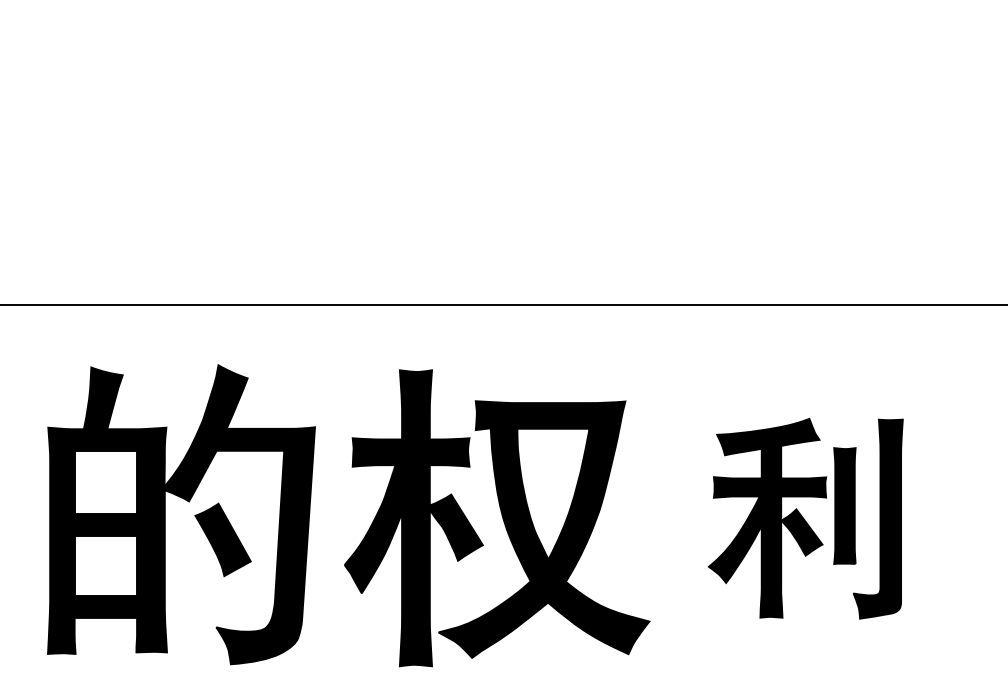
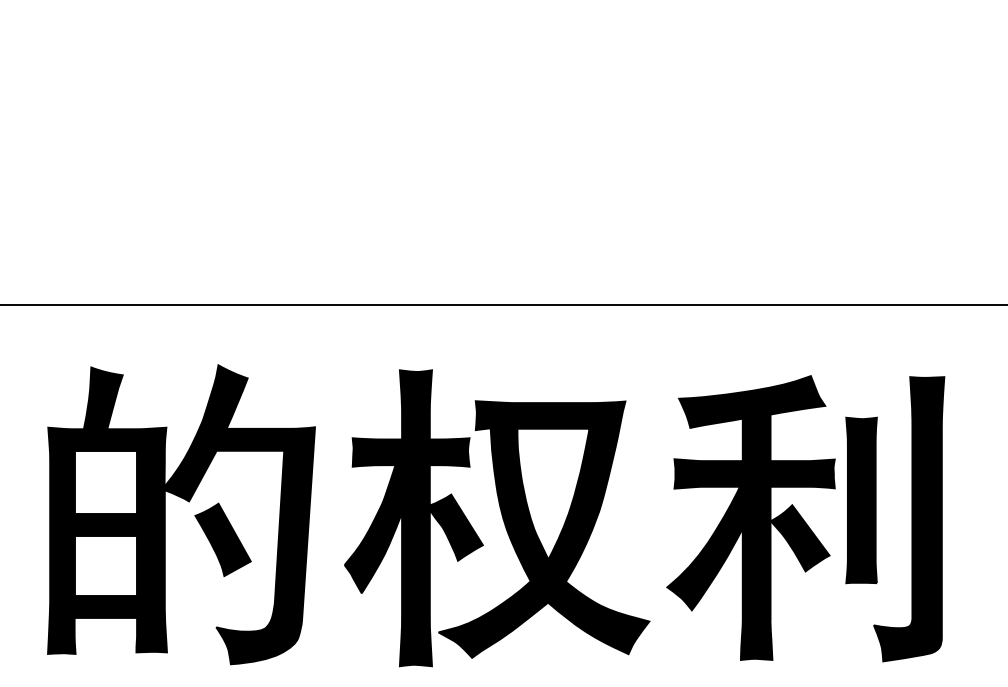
part at (805, 518) size: 197x202 px -> 280x288 px
